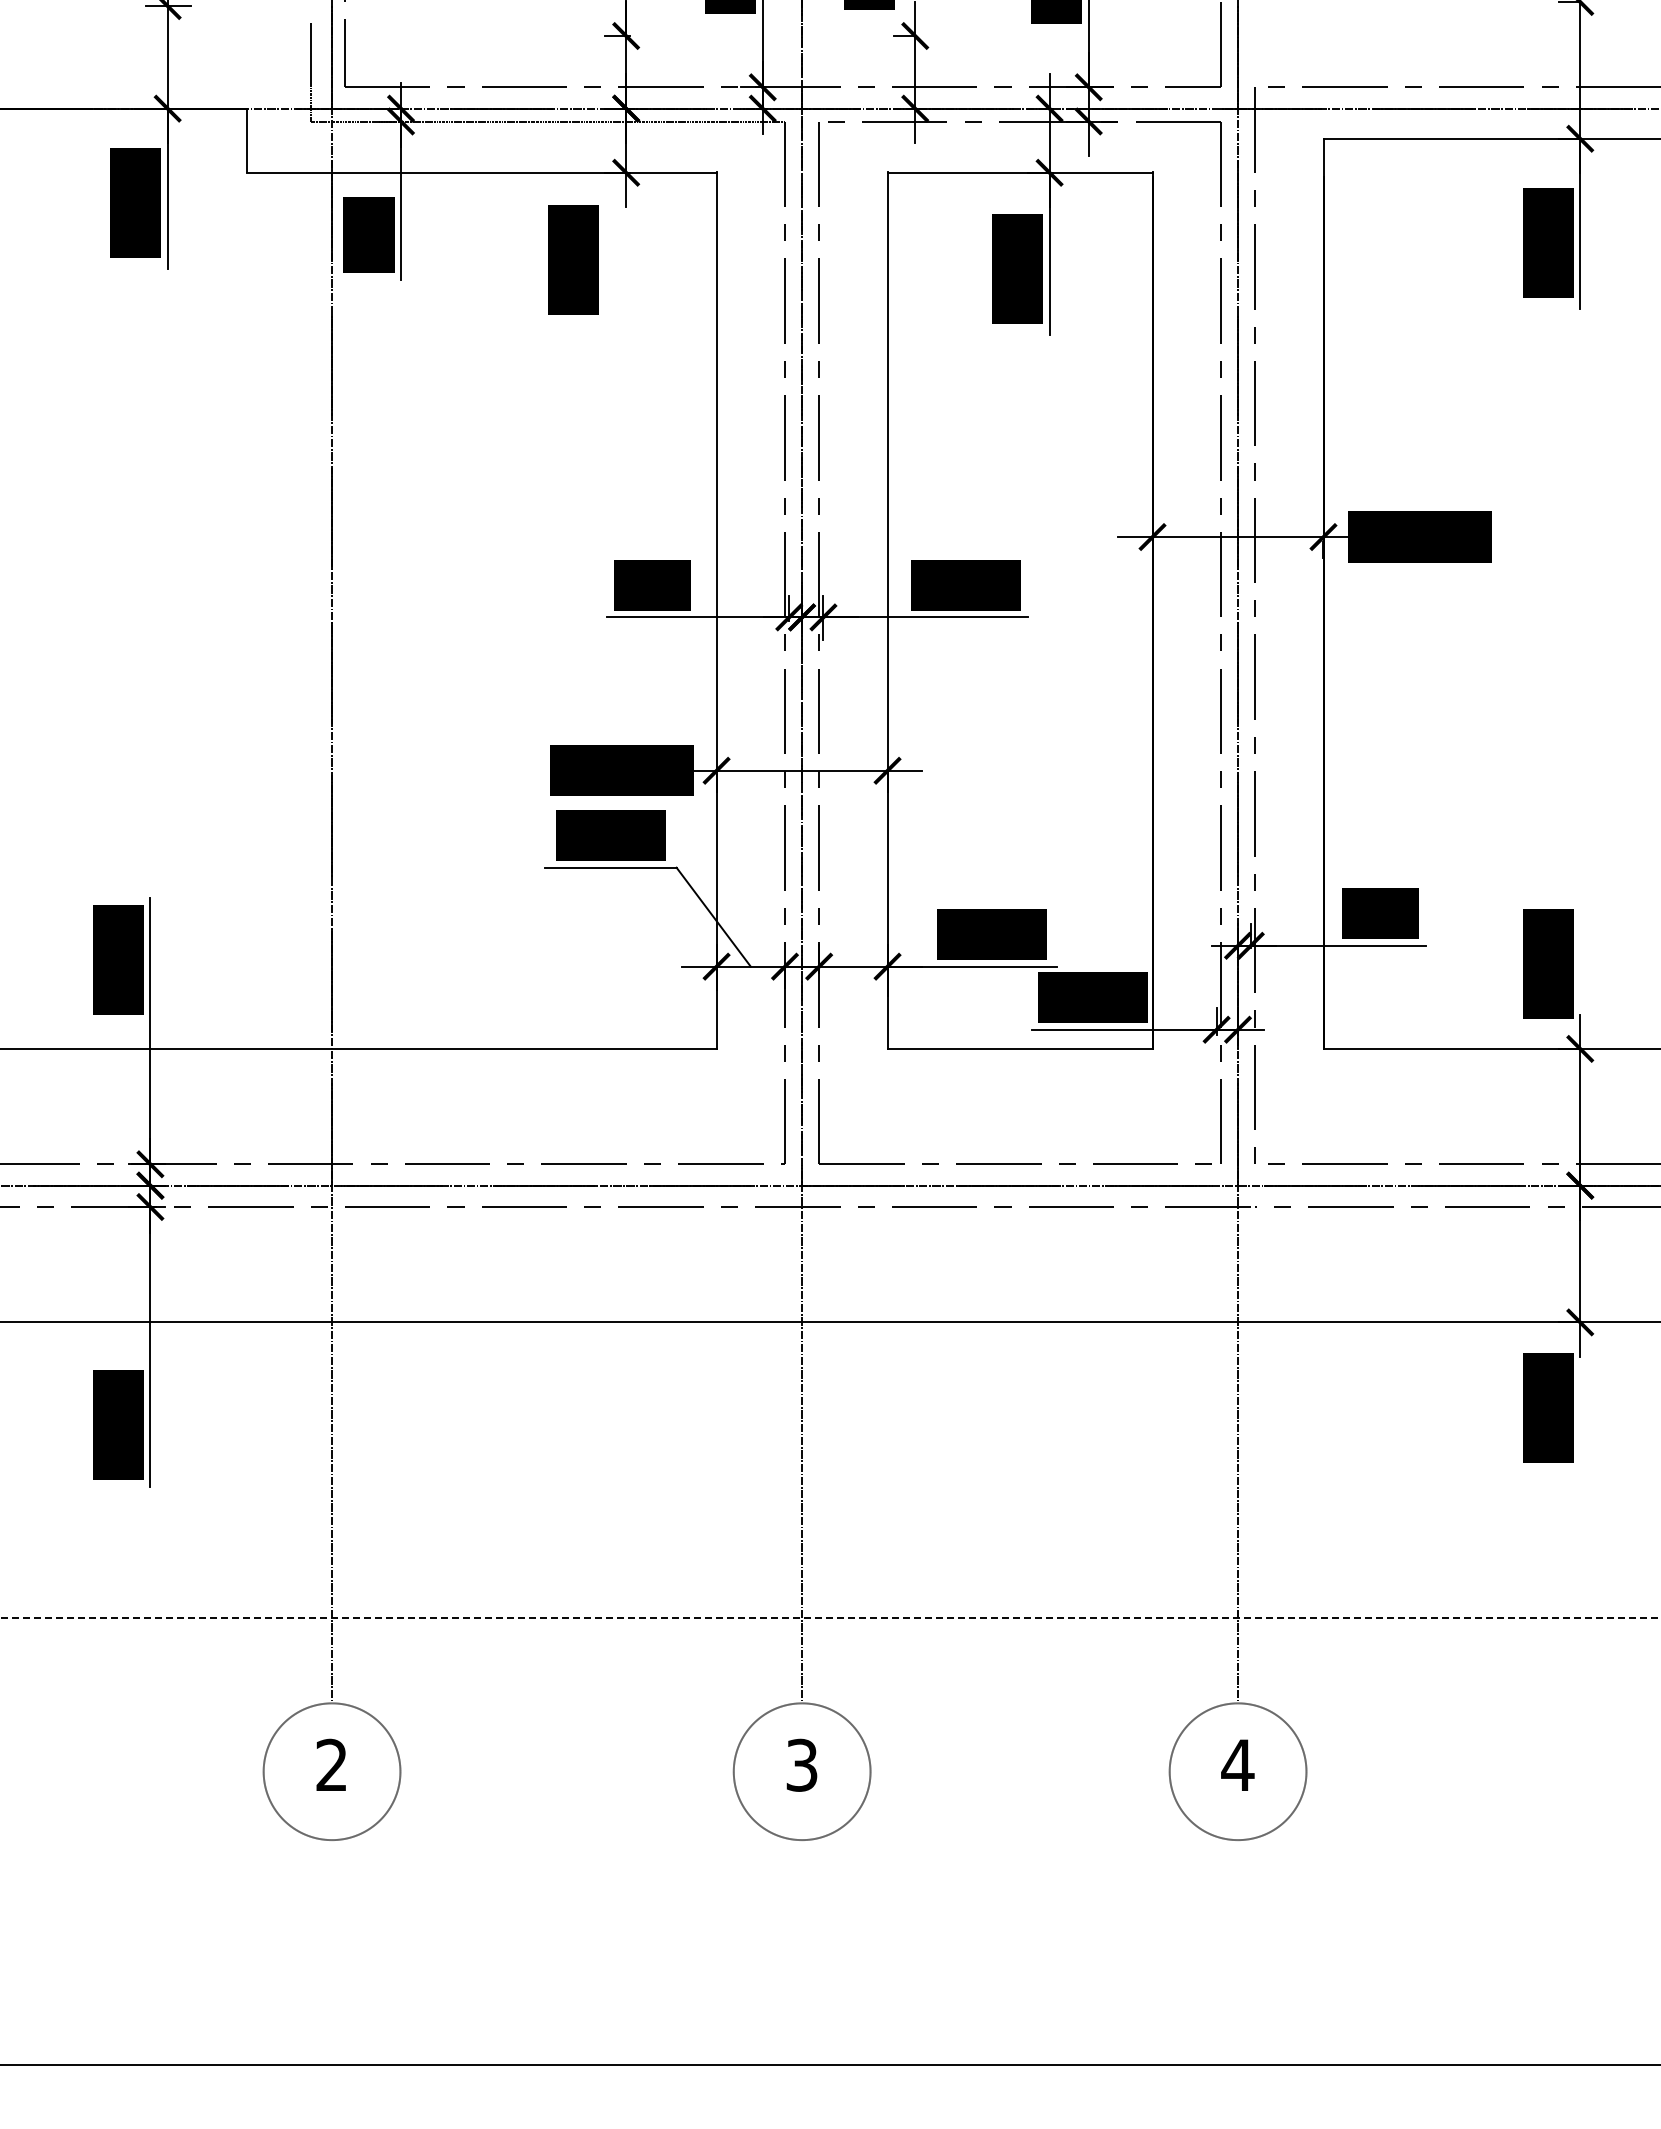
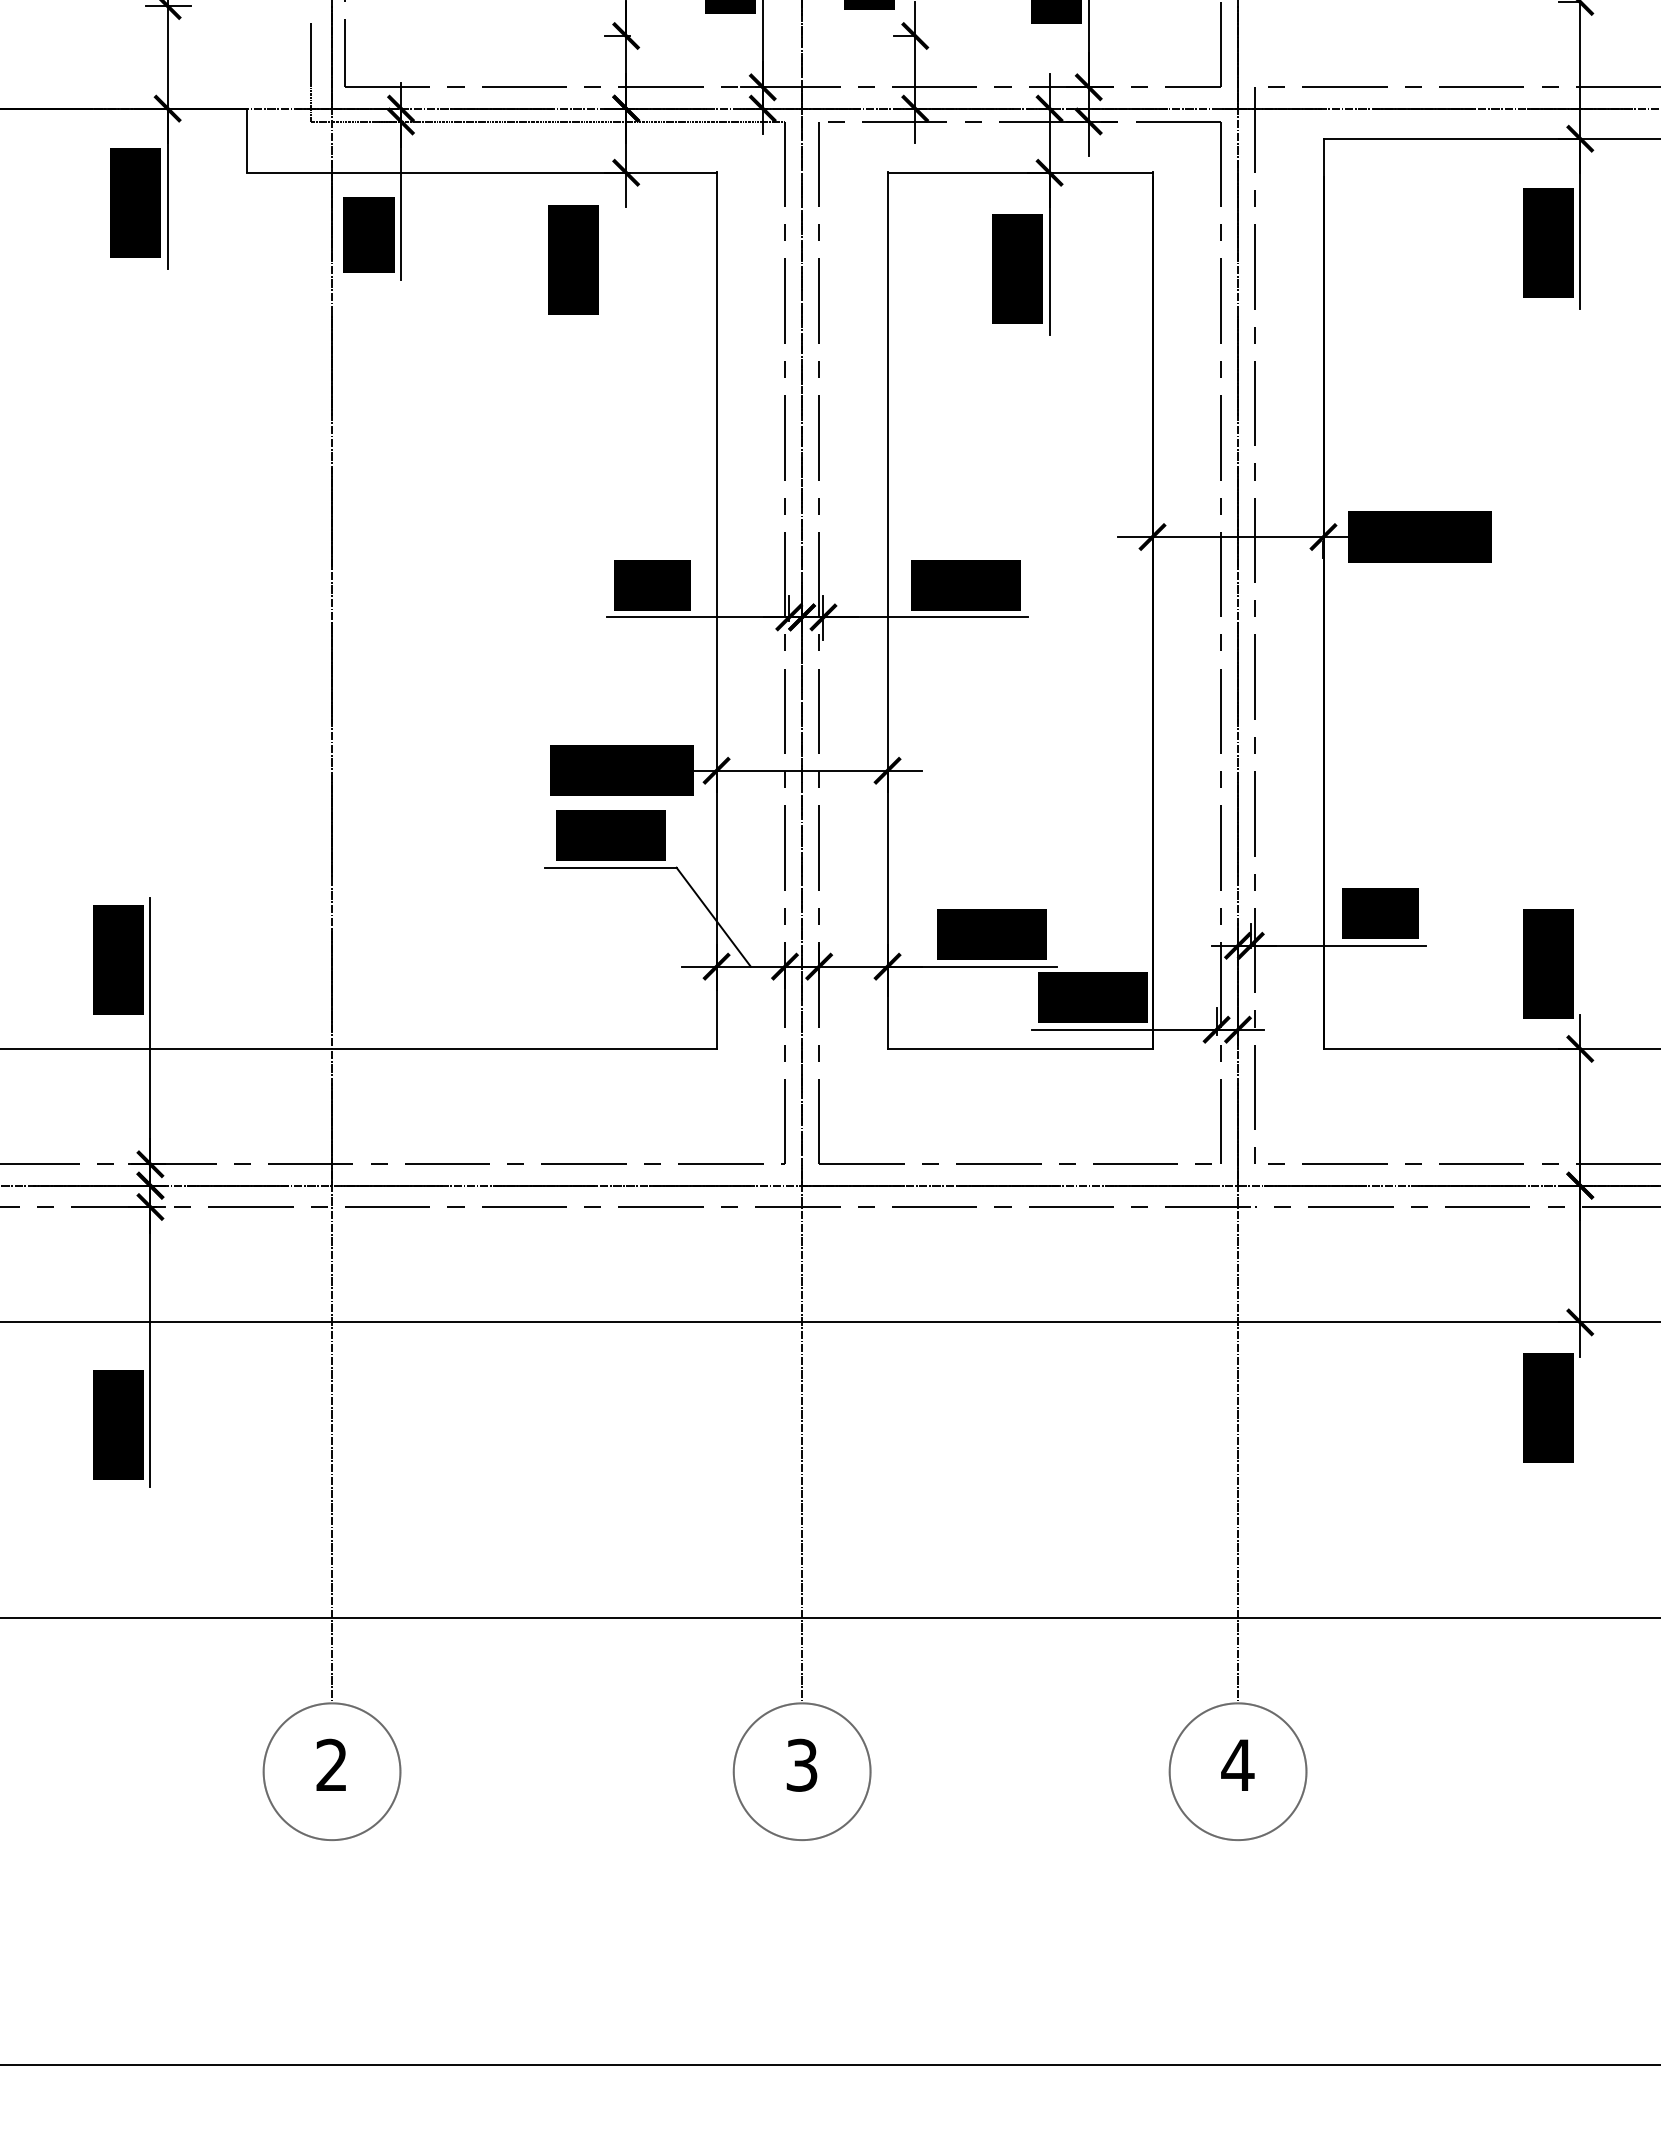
line at (830, 1617): dashed -> solid
